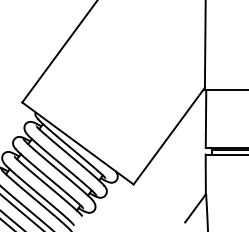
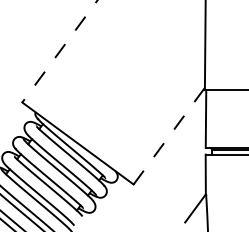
line at (59, 51): solid -> dashed
line at (169, 135): solid -> dashed
